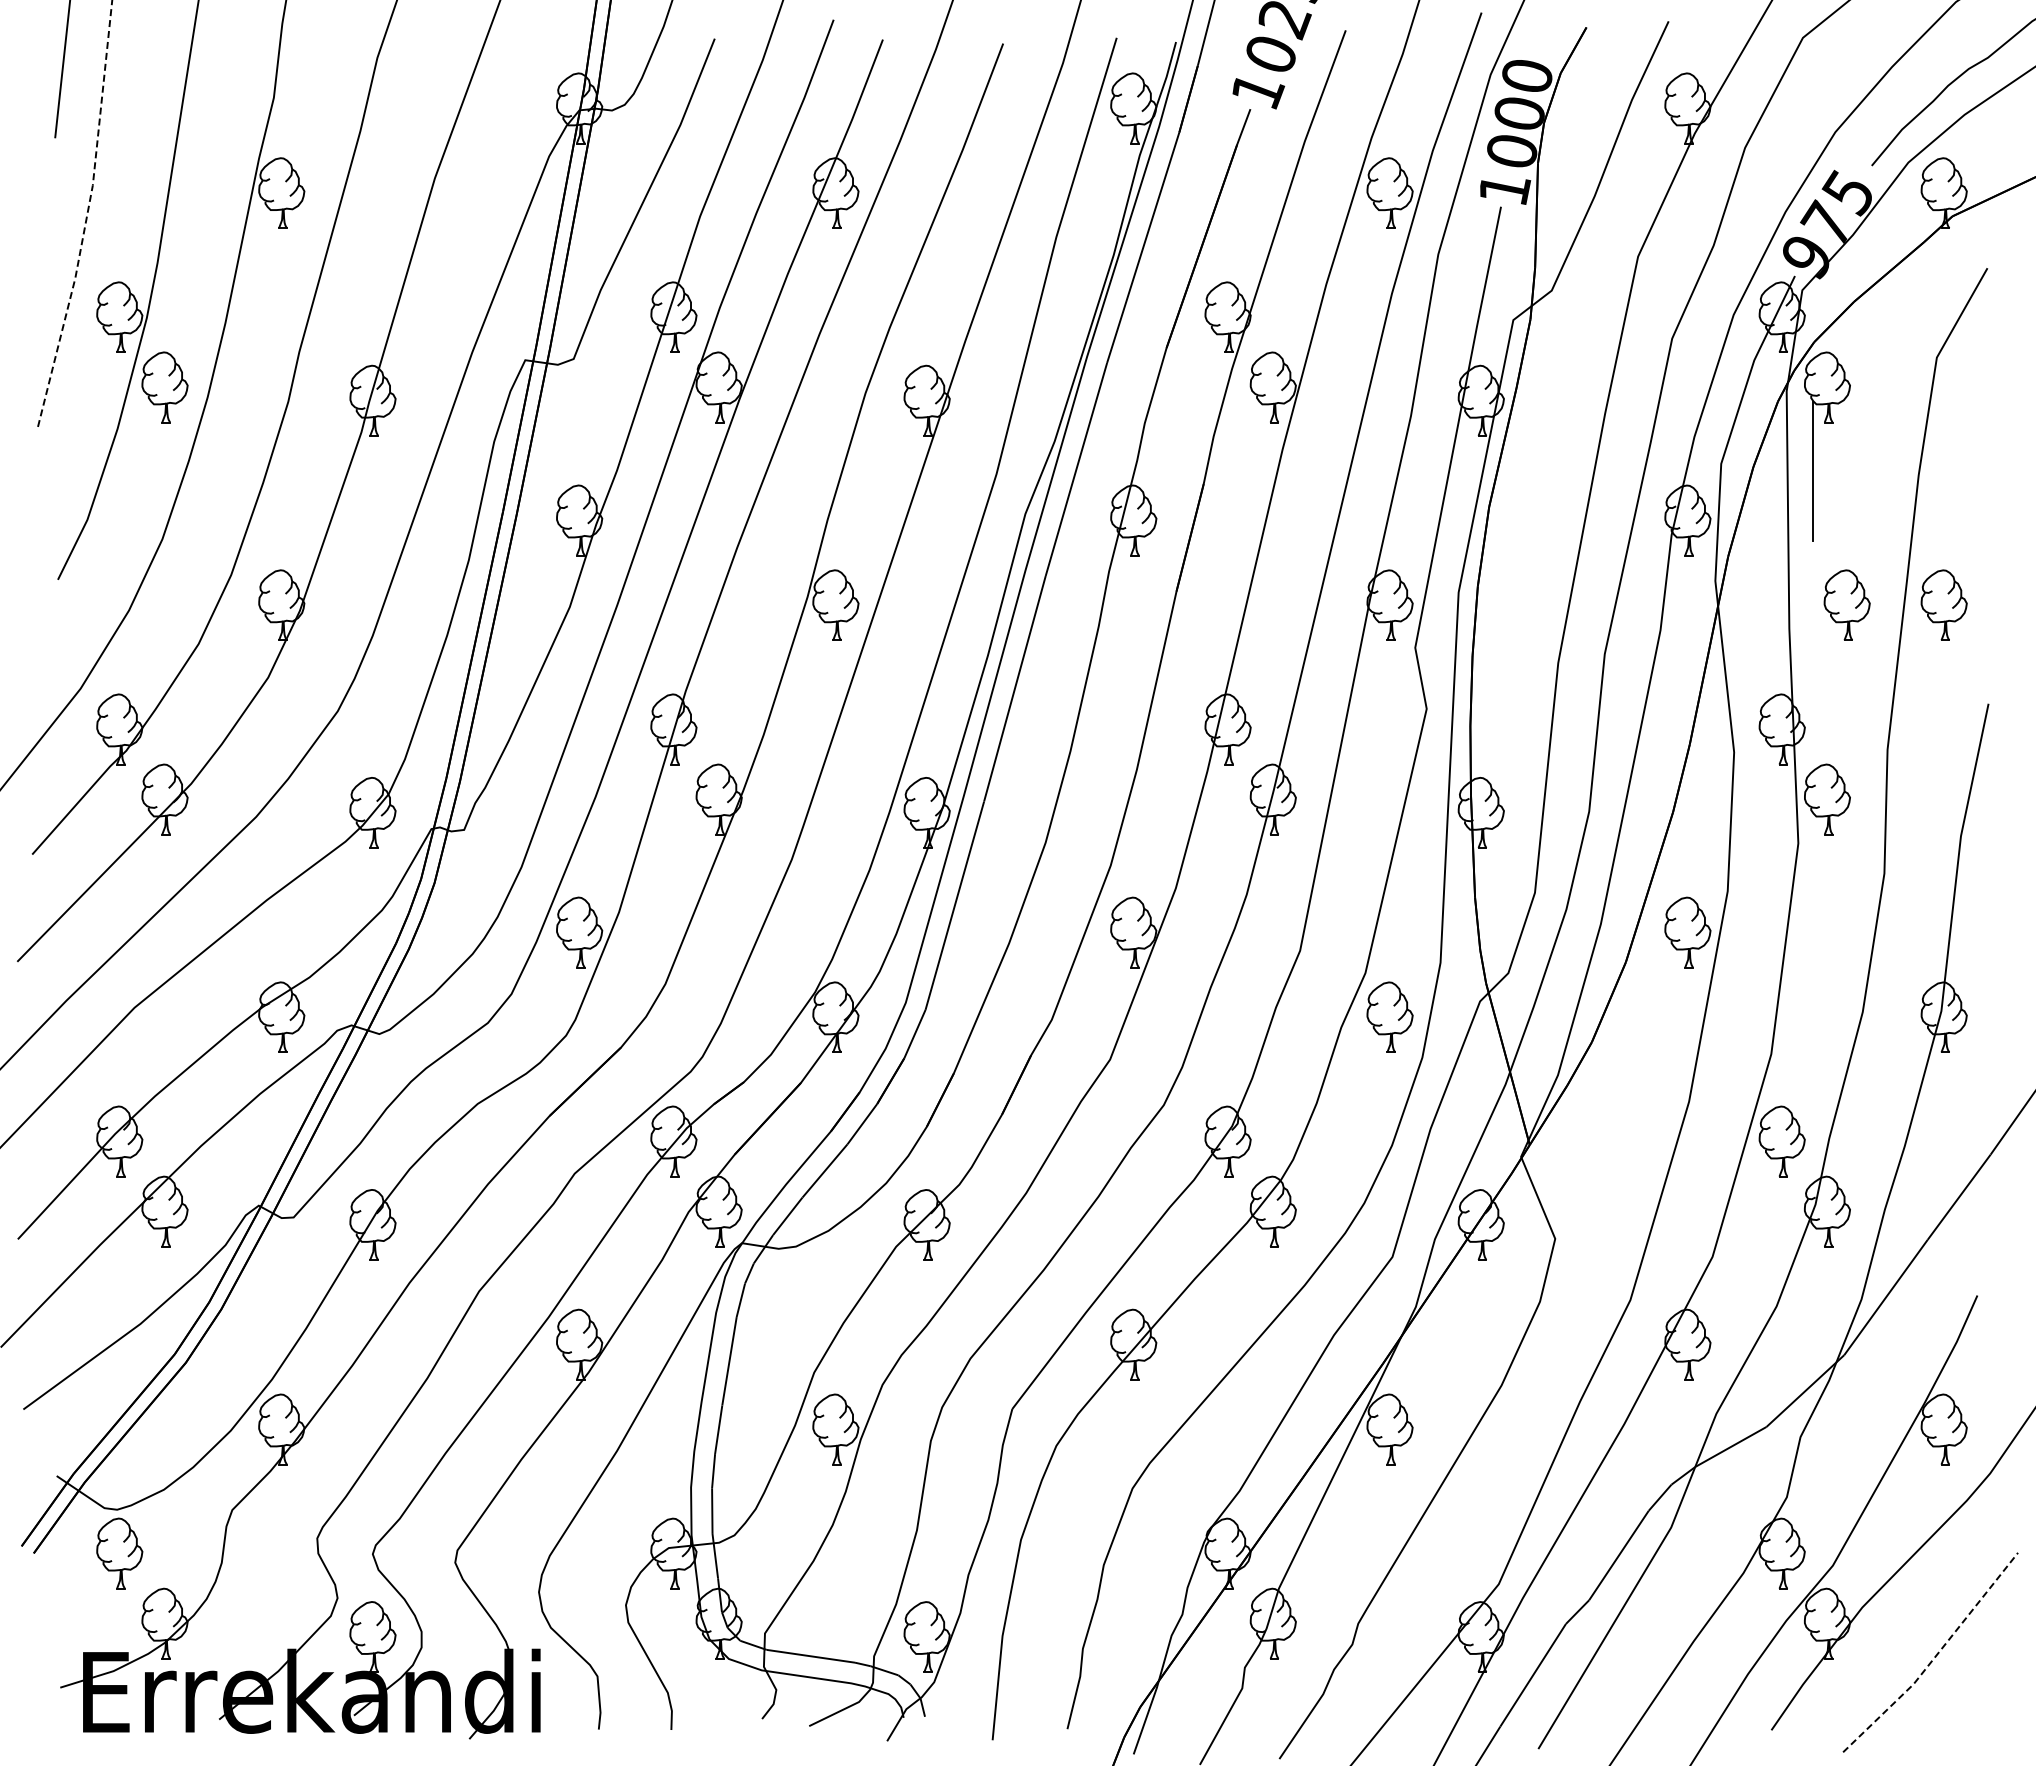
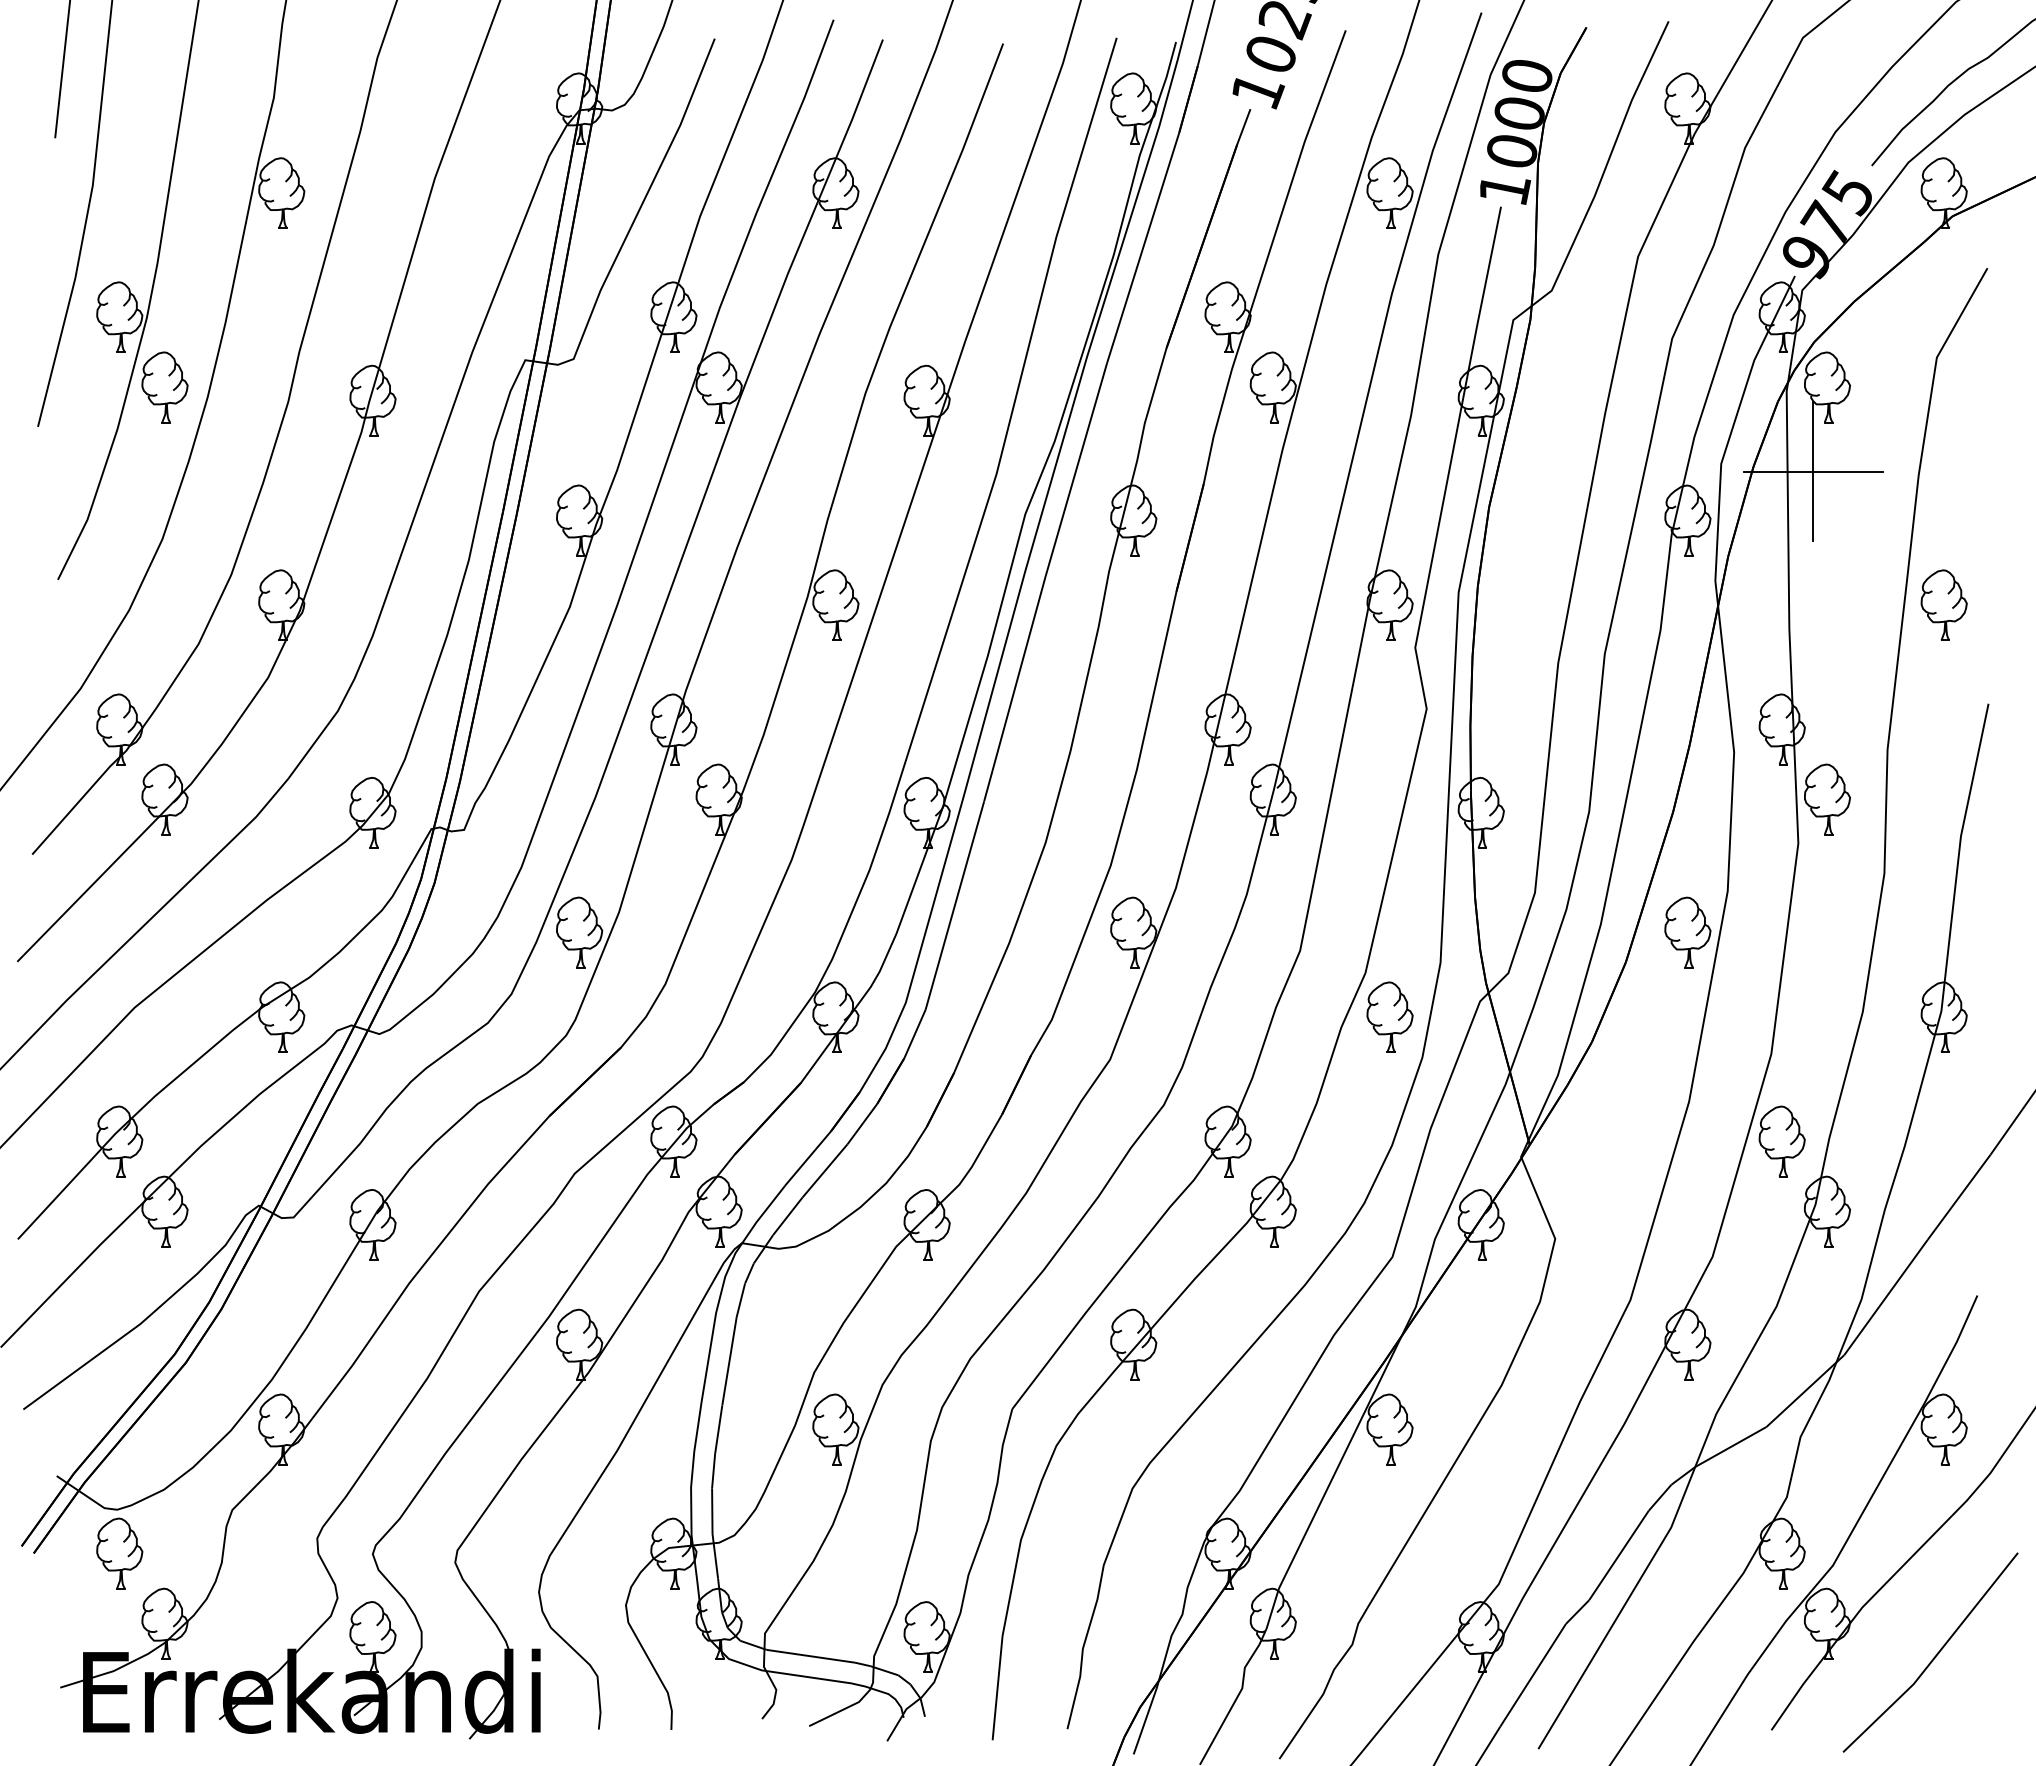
line at (87, 215): dashed -> solid
line at (1813, 471): none -> present
part at (1846, 604): present -> none
line at (1935, 1656): dashed -> solid
